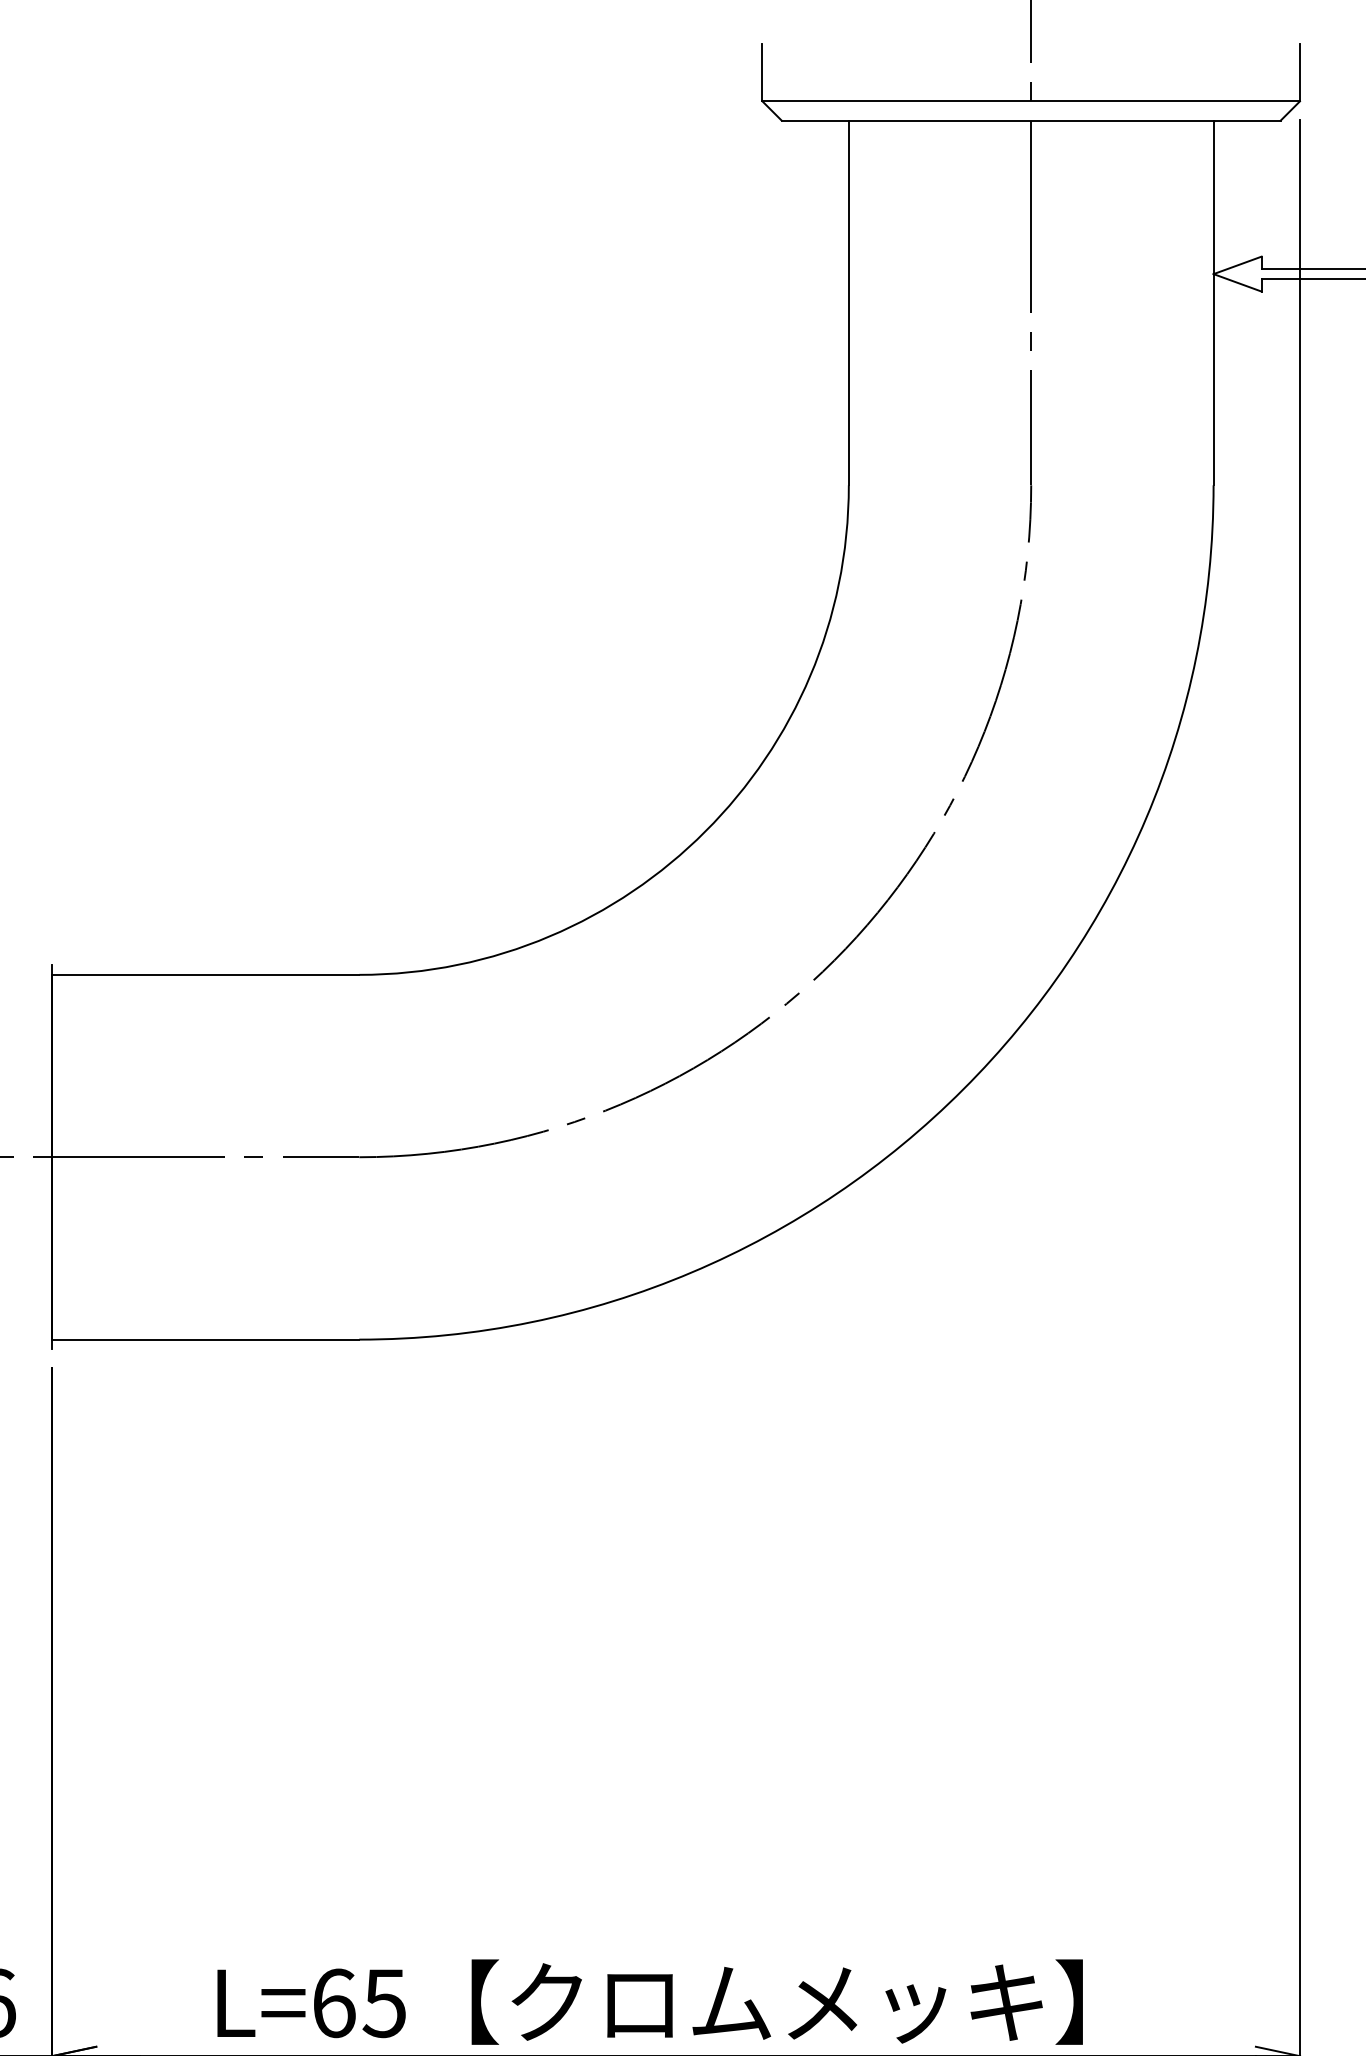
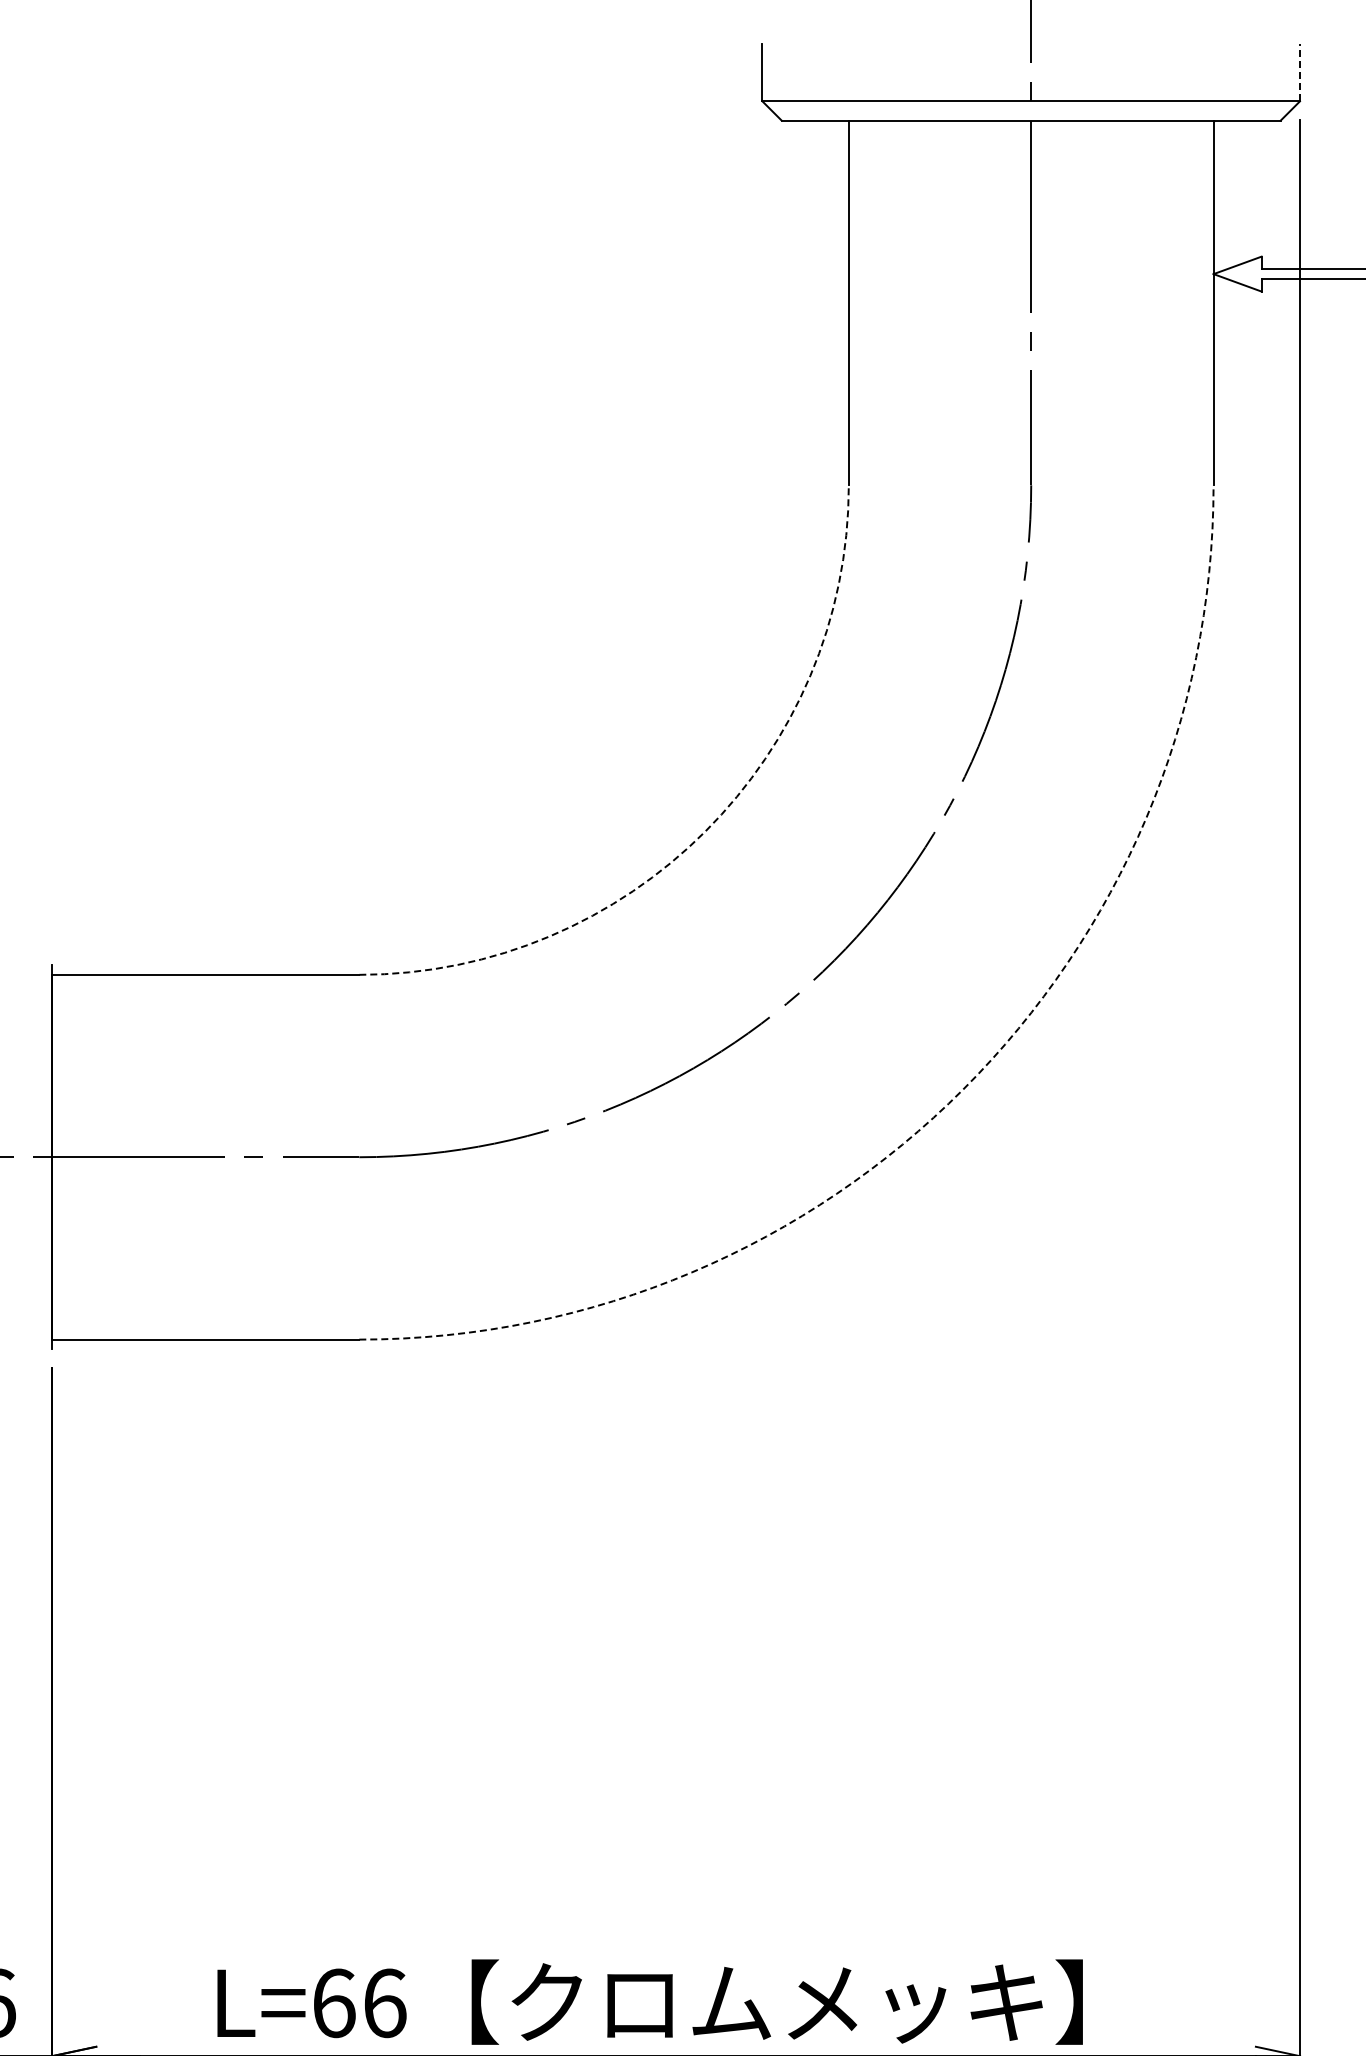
line at (1299, 72): solid -> dashed
arc at (705, 831): solid -> dashed
arc at (963, 1089): solid -> dashed
text at (384, 2003): L=65 -> L=66
